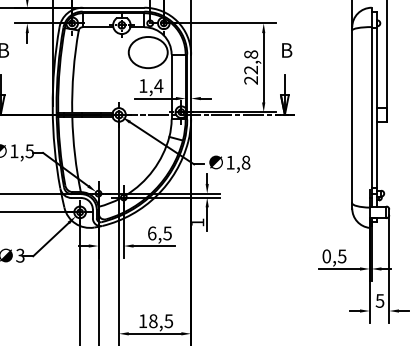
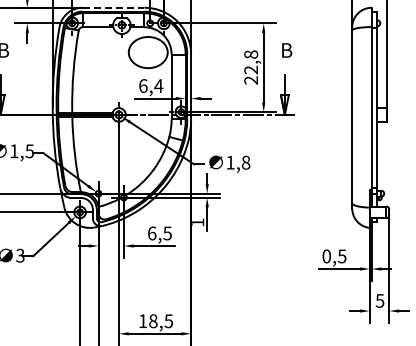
line at (113, 7): solid -> dashed
text at (143, 85): 1,4 -> 6,4
